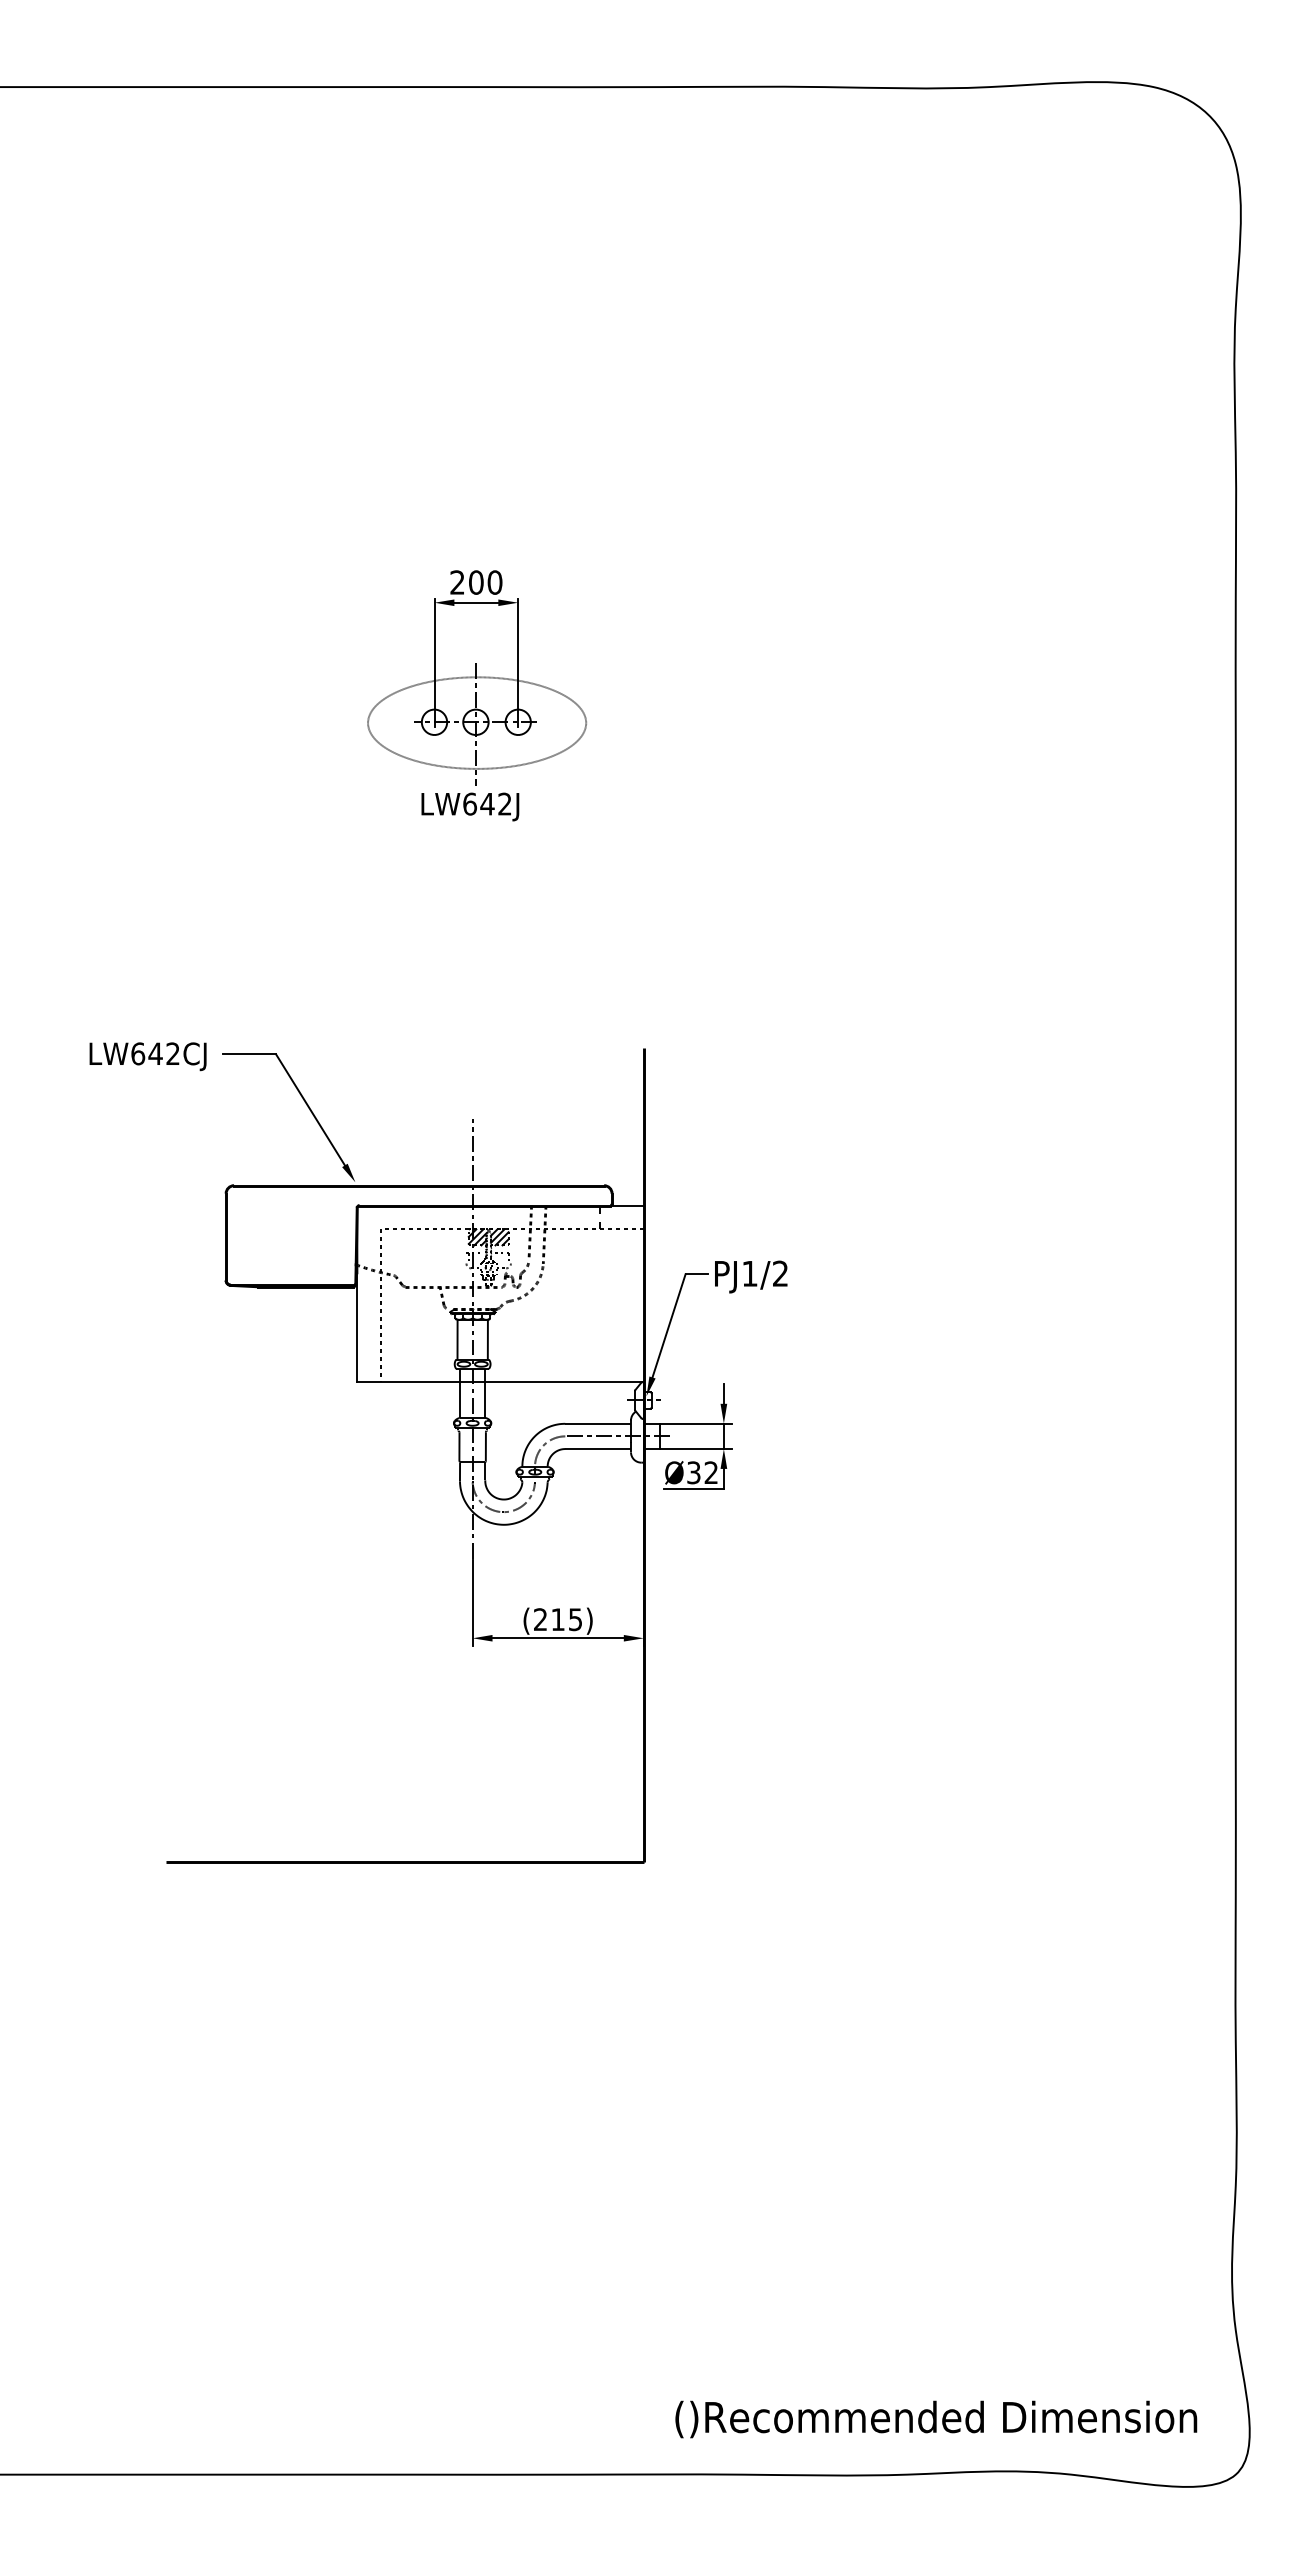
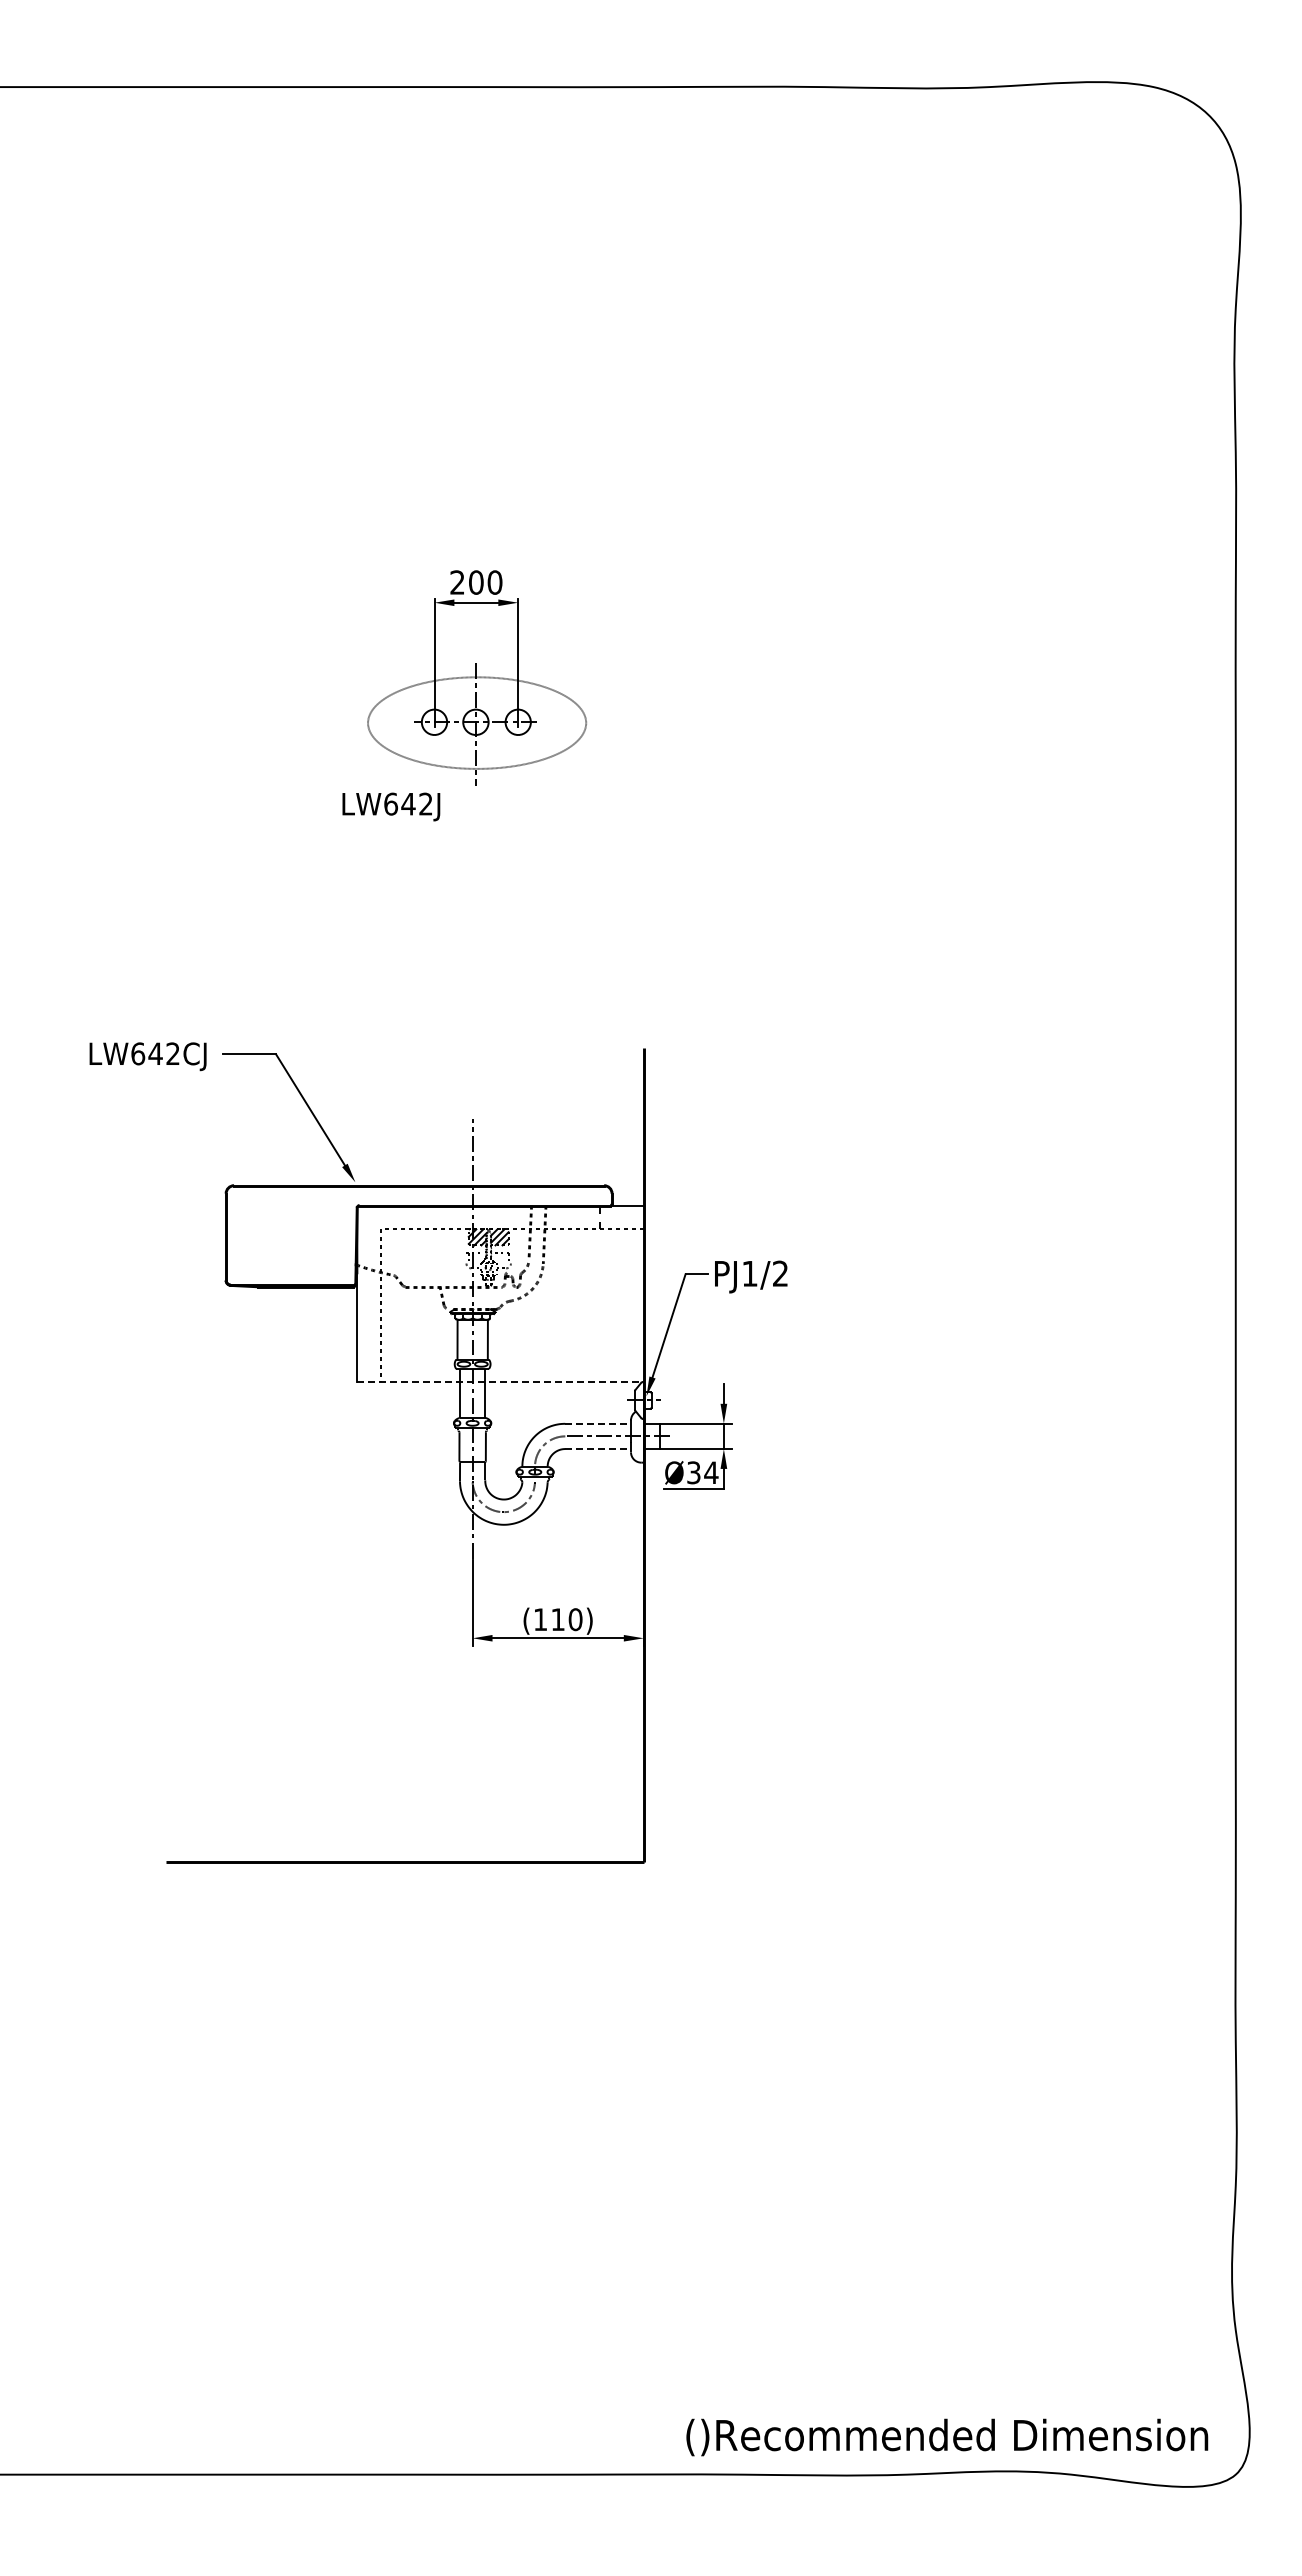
text at (470, 806) position: (470, 806) -> (391, 806)
line at (501, 1381): solid -> dashed
line at (598, 1423): solid -> dashed
line at (598, 1449): solid -> dashed
text at (711, 1472): Ø32 -> Ø34
text at (558, 1619): (215) -> (110)
text at (936, 2419) position: (936, 2419) -> (947, 2437)
